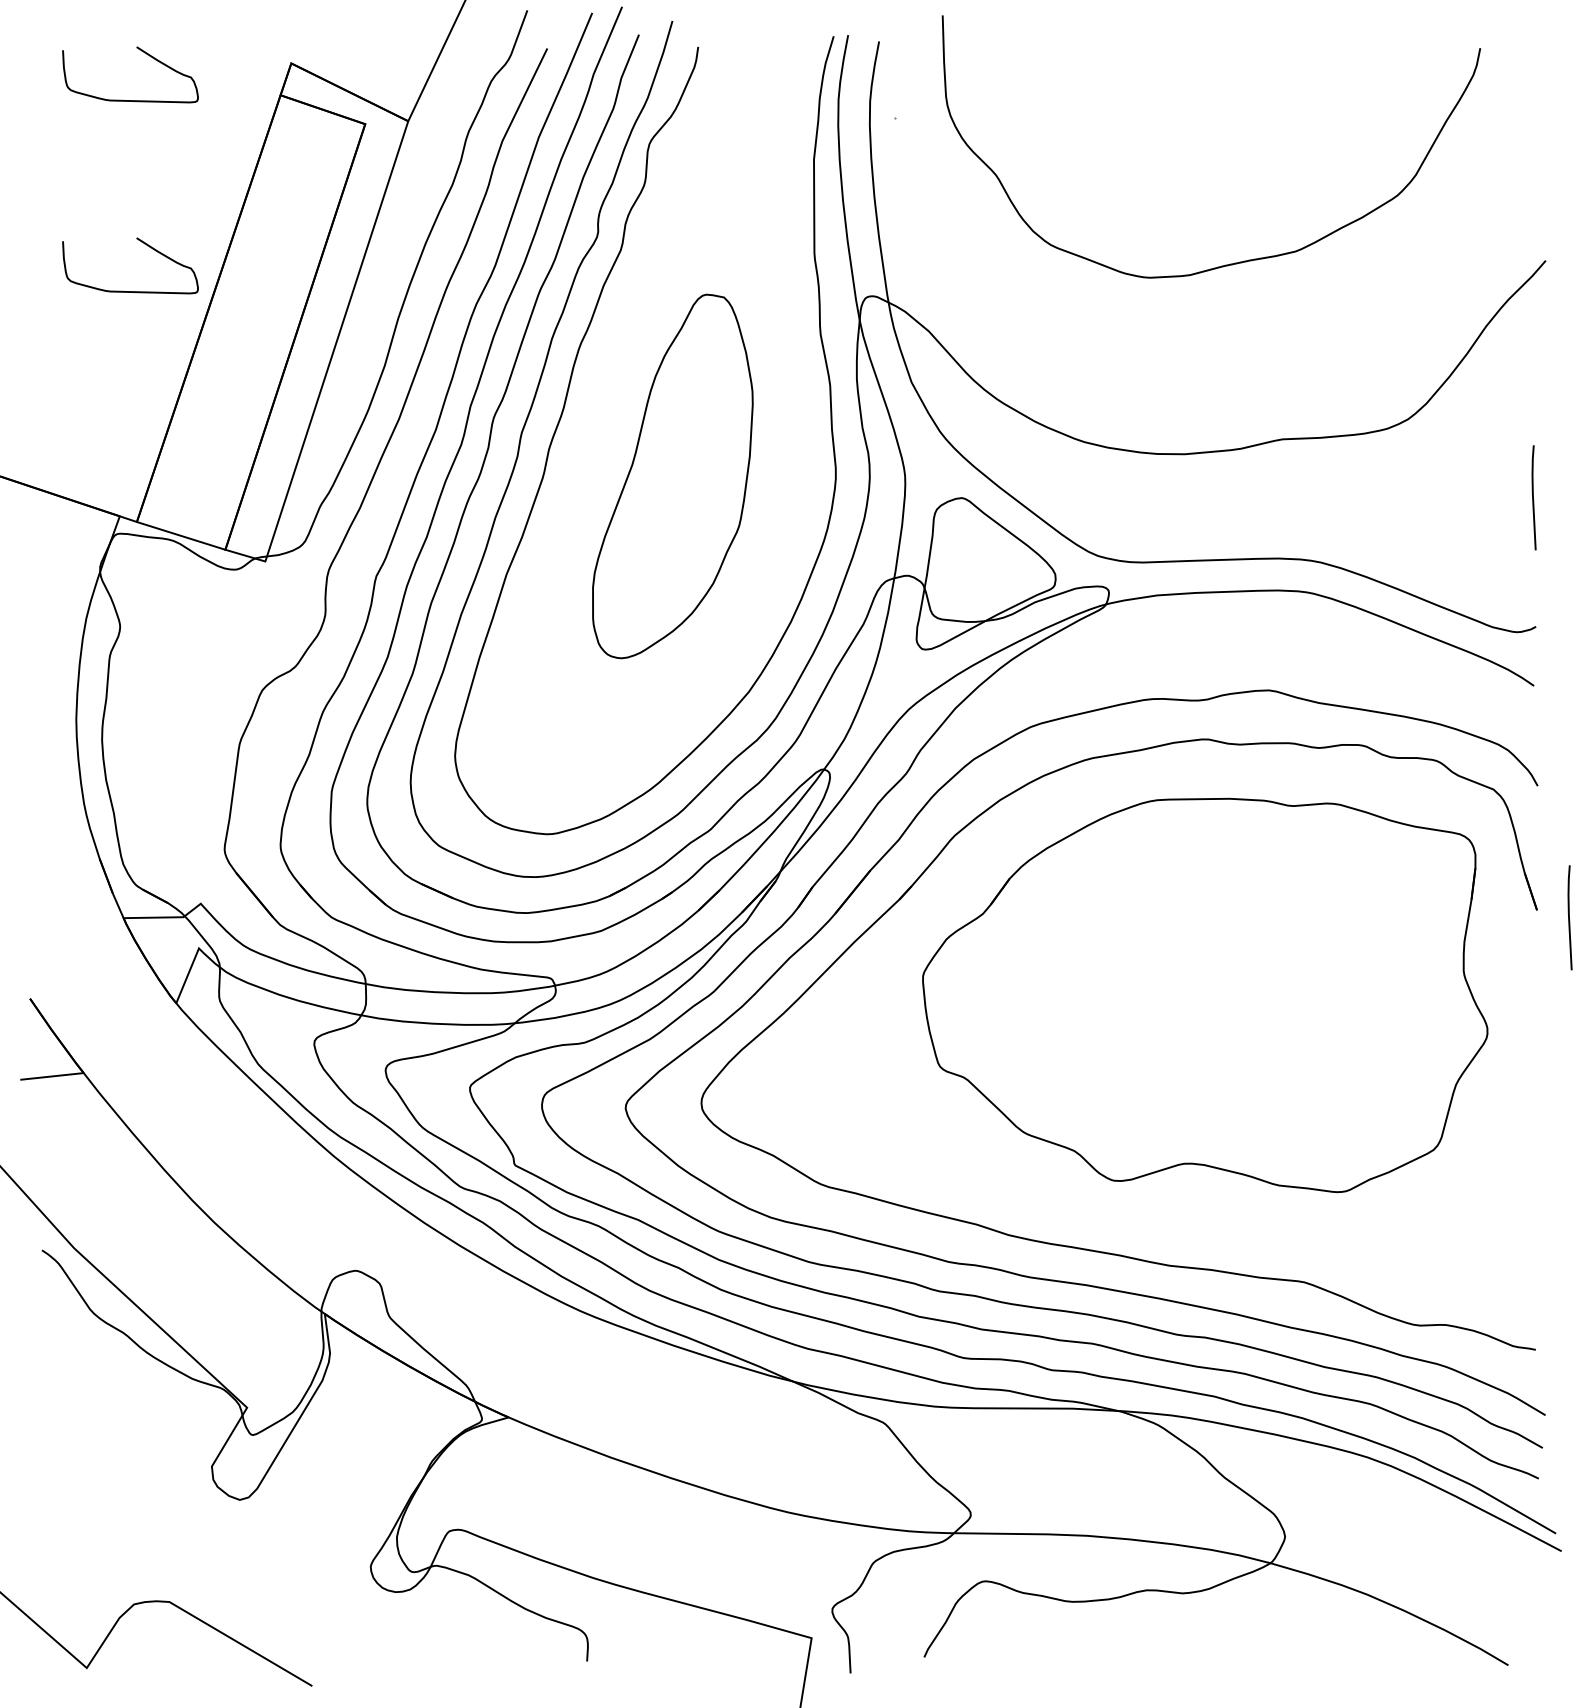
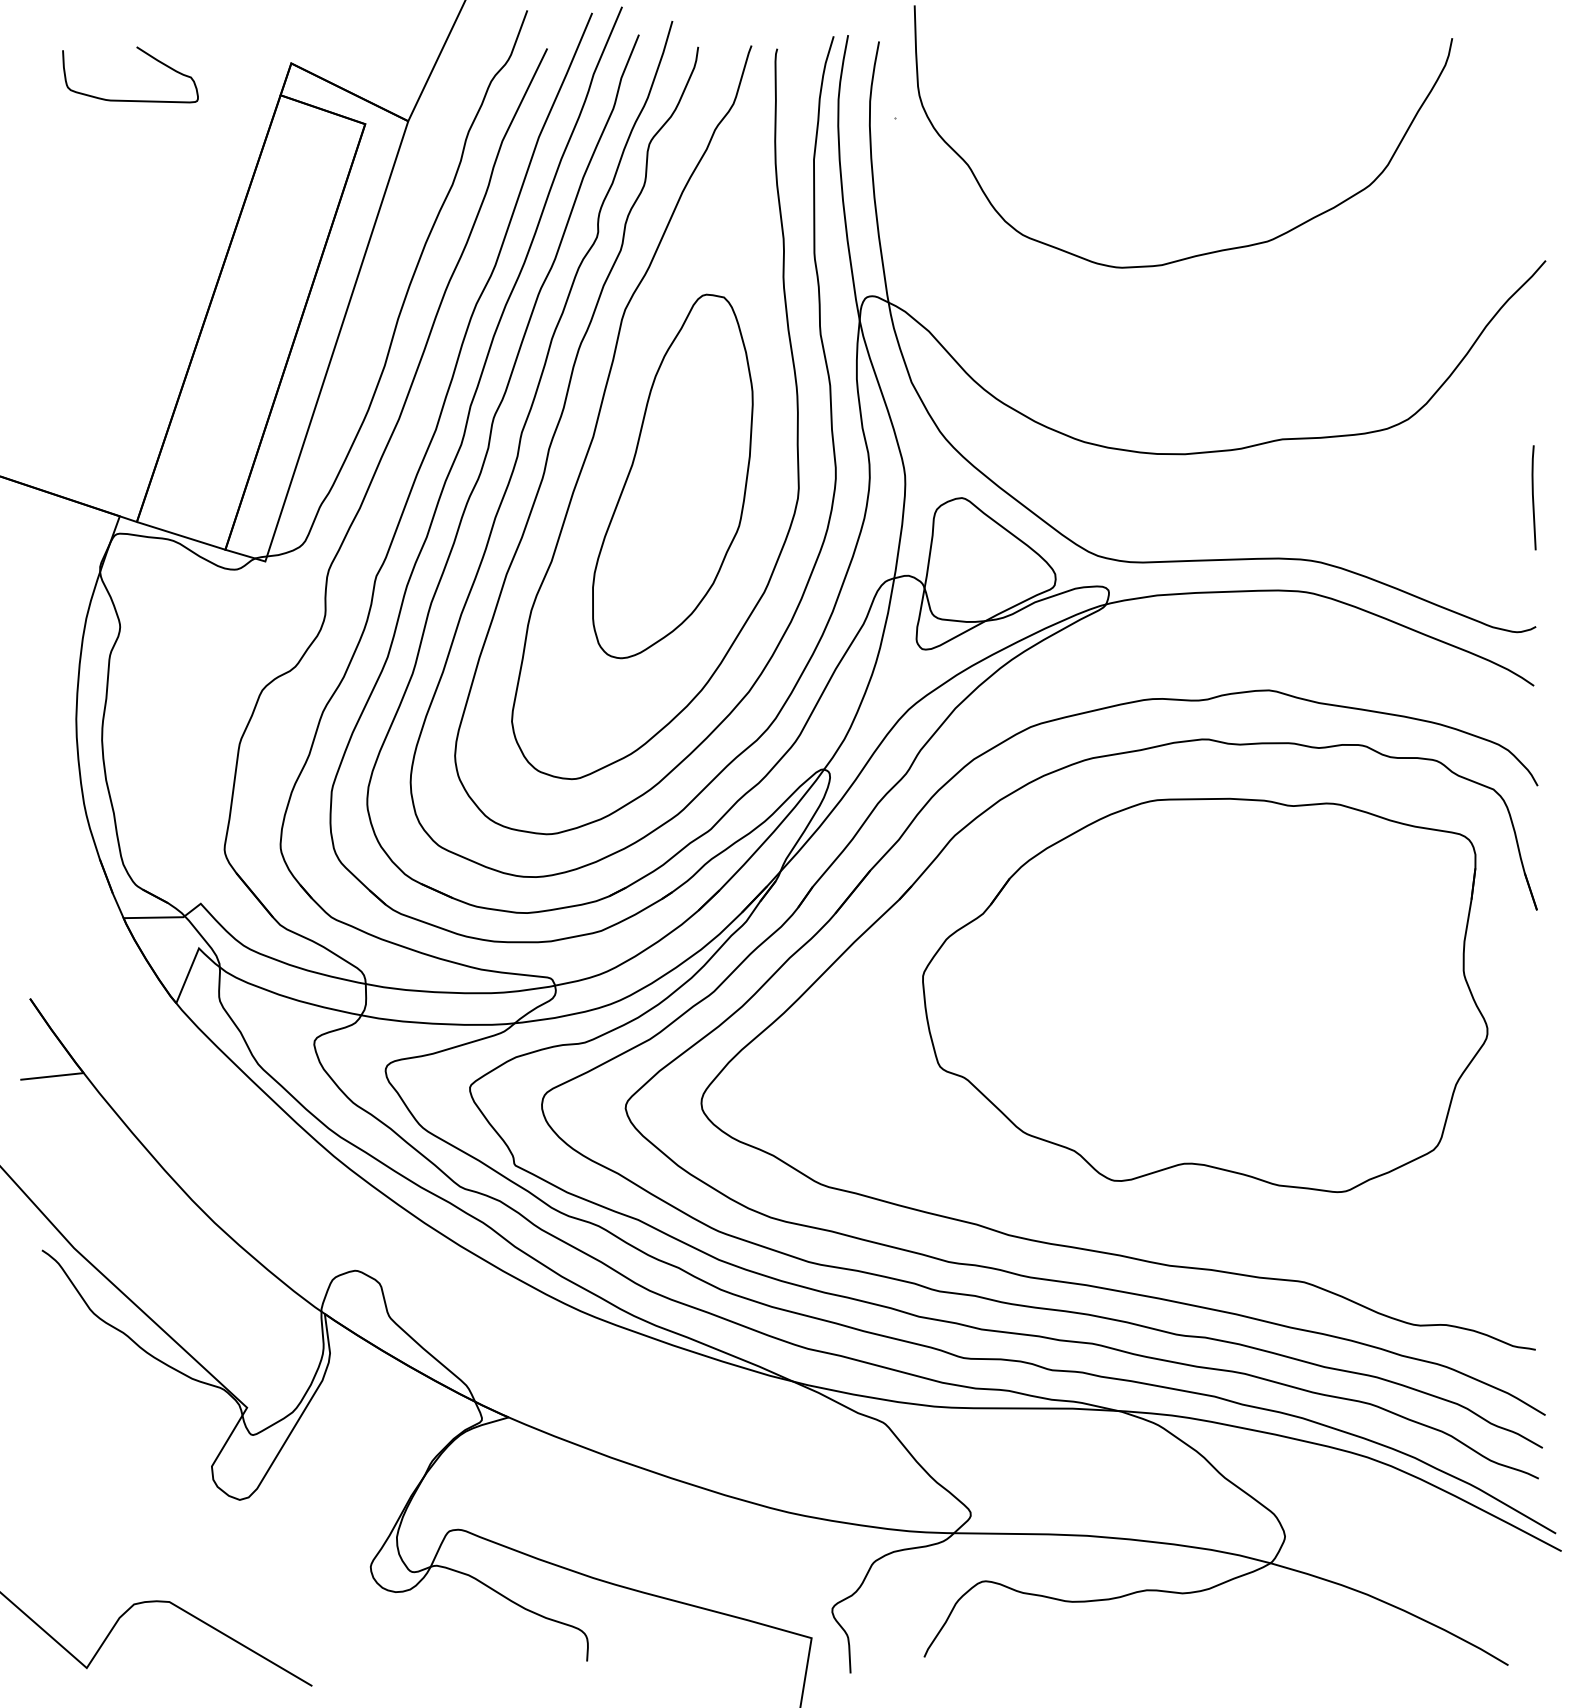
curve at (144, 244): present -> none
curve at (1234, 262) position: (1234, 262) -> (1206, 252)
curve at (603, 401): none -> present
line at (1569, 917): present -> none
